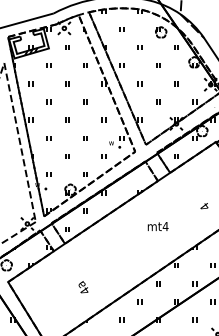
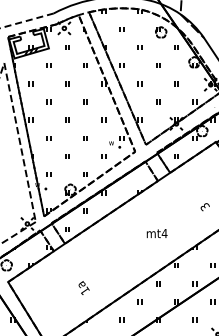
line at (26, 20): solid -> dashed
text at (204, 207): 4 -> 3
text at (157, 226) position: (157, 226) -> (156, 233)
text at (84, 290): 4a -> 1a
